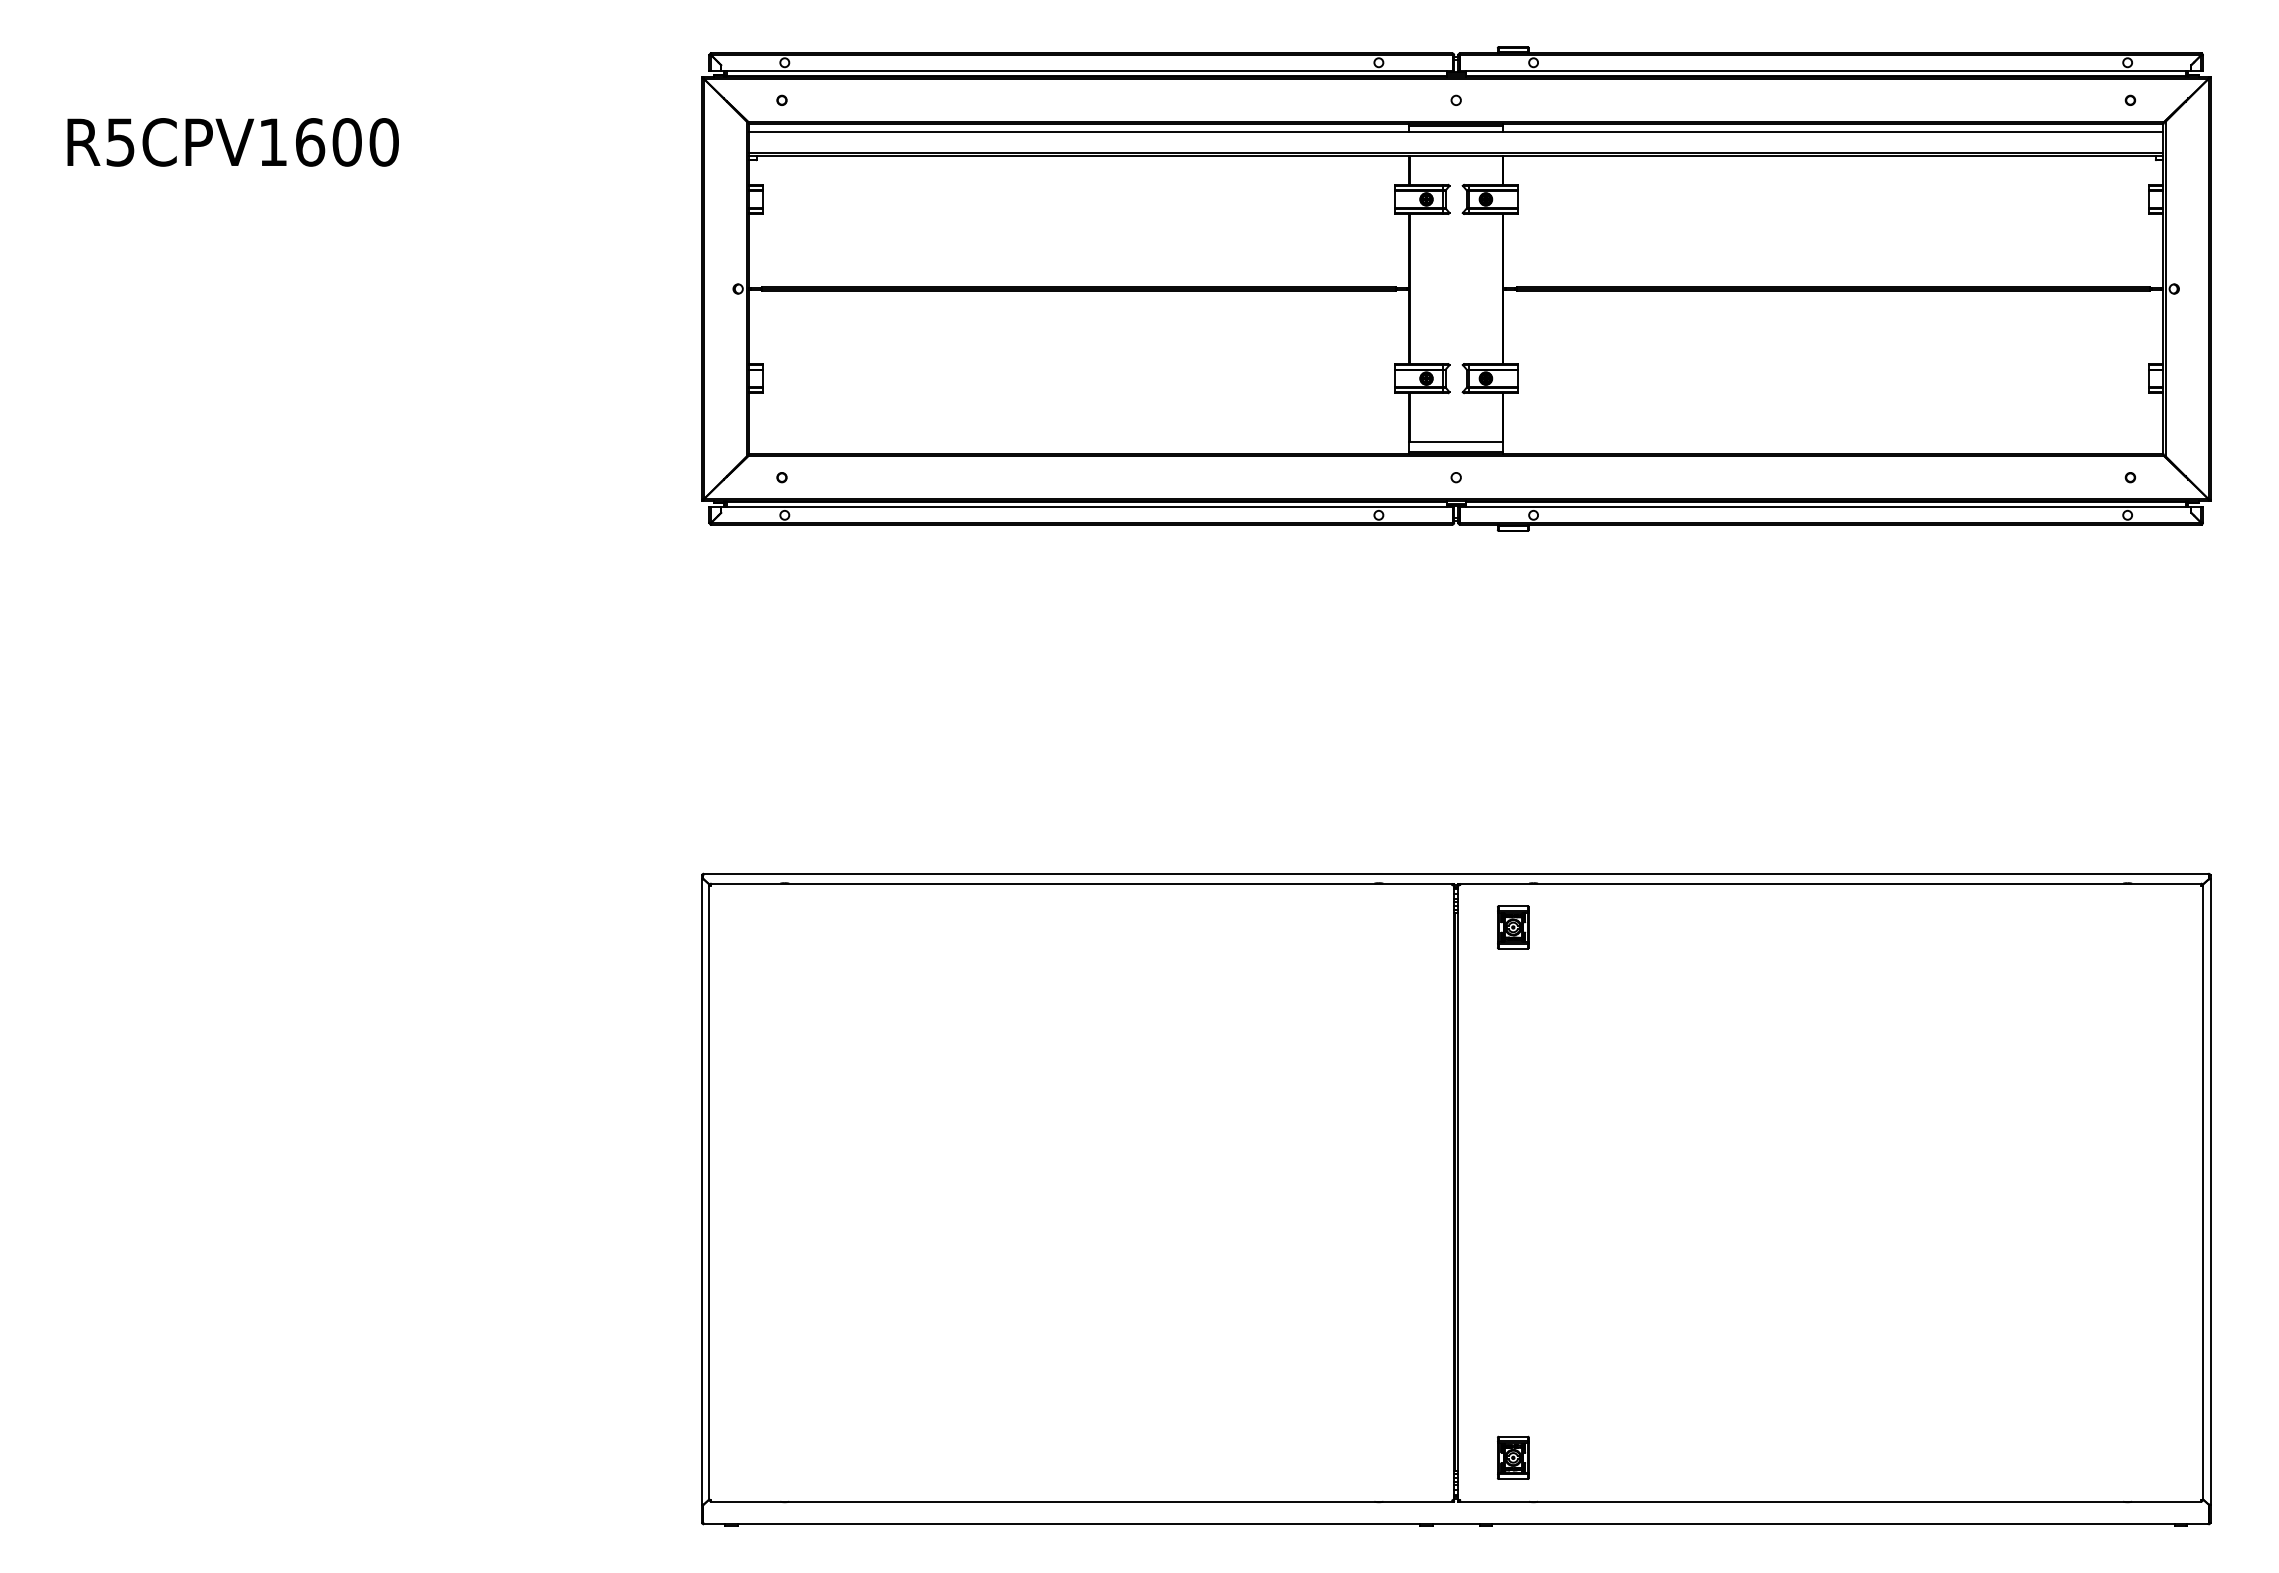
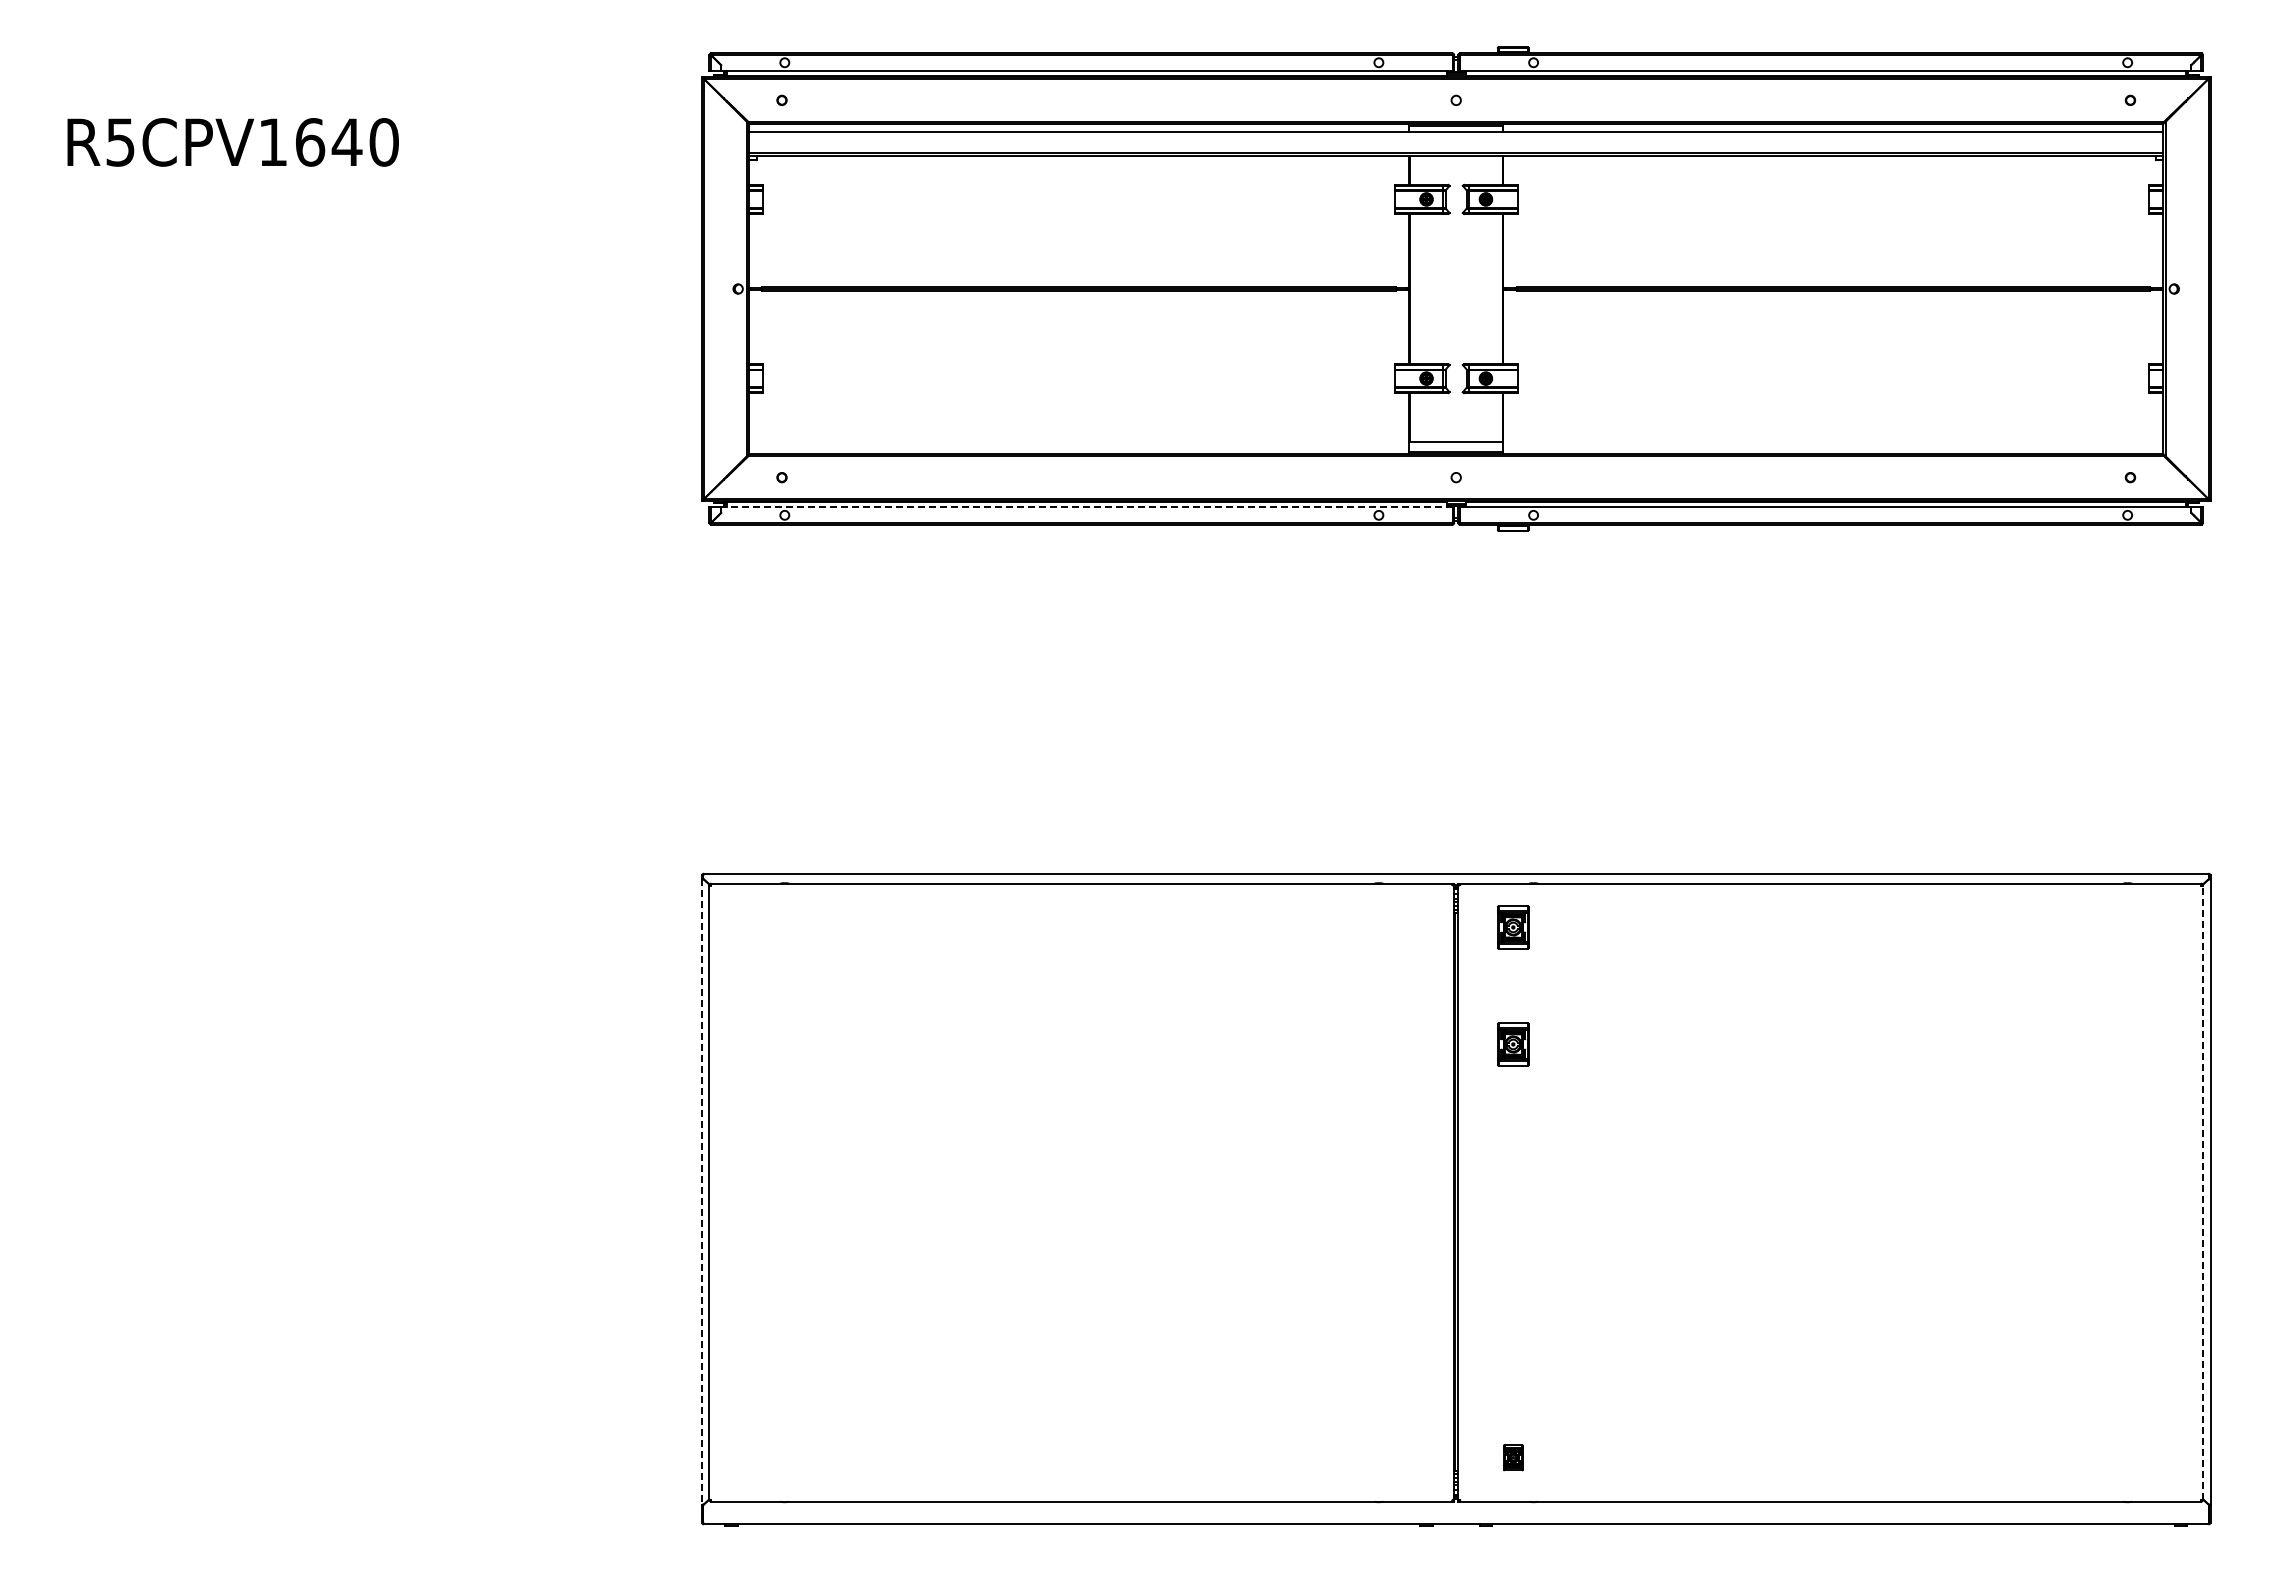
text at (346, 142): R5CPV1600 -> R5CPV1640
line at (1086, 506): solid -> dashed
part at (1513, 1044): none -> present
line at (701, 1192): solid -> dashed
line at (2203, 1192): solid -> dashed
part at (1513, 1457) size: 33x45 px -> 21x28 px
